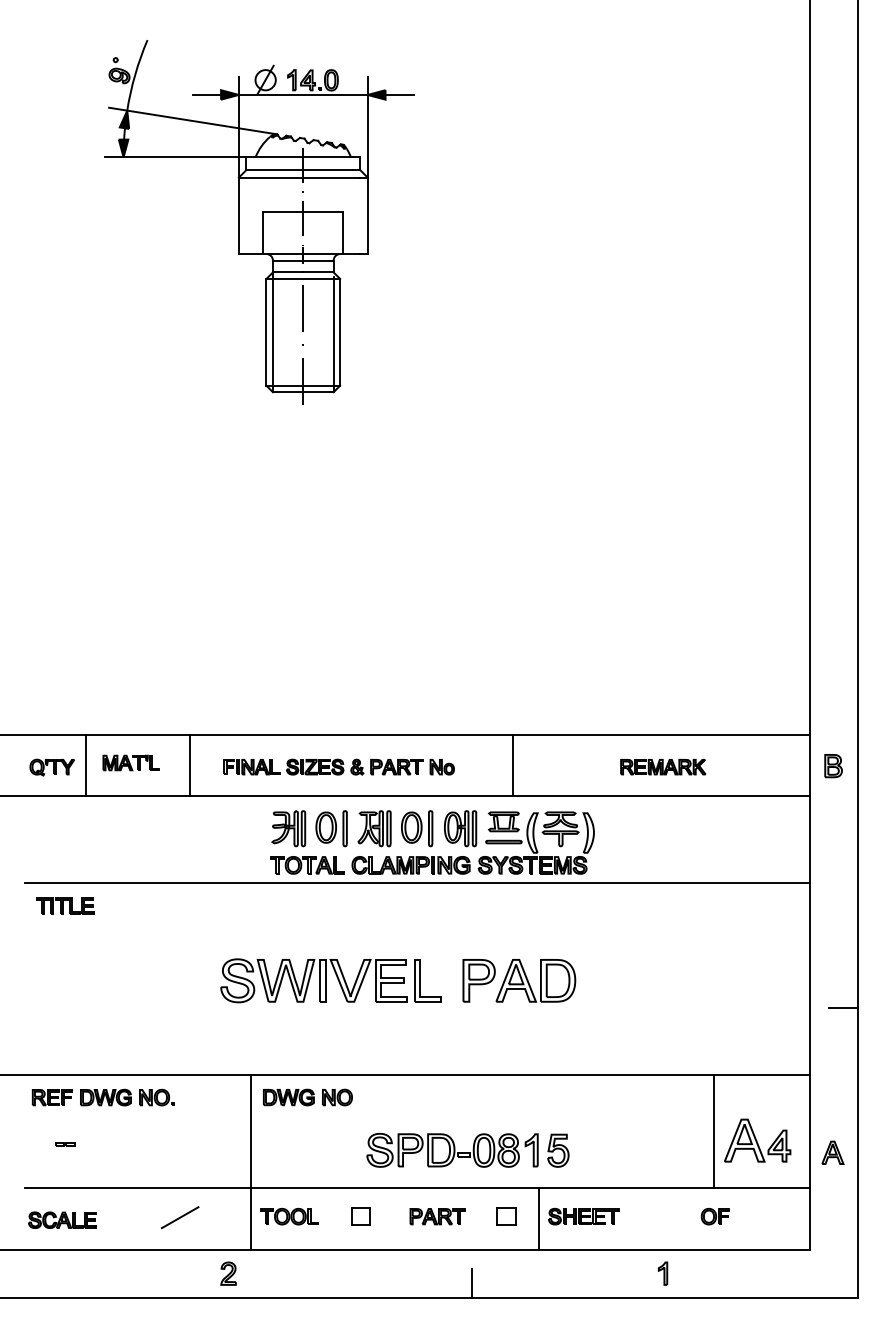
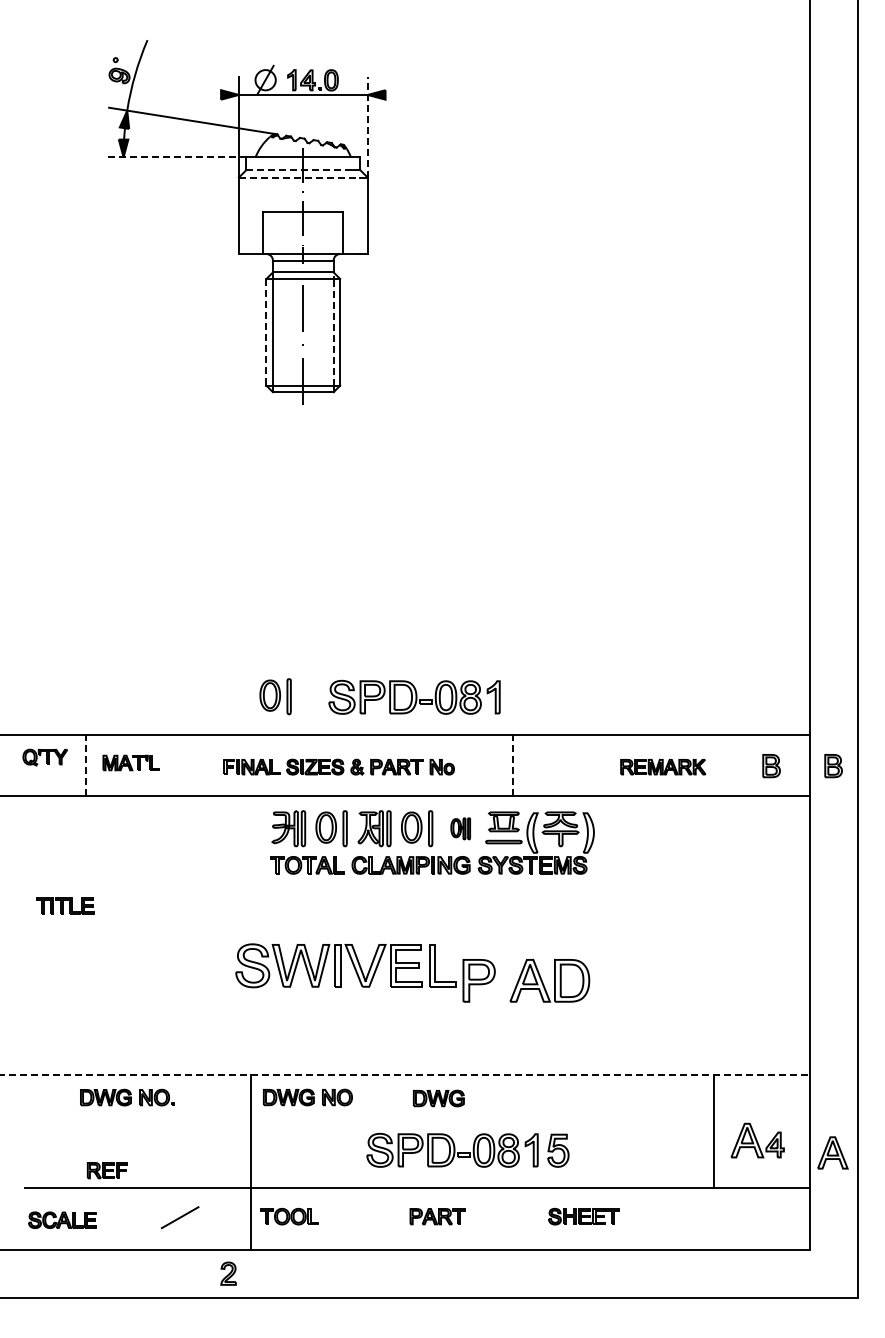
line at (206, 94): present -> none
line at (399, 94): present -> none
line at (367, 127): solid -> dashed
line at (176, 157): solid -> dashed
line at (299, 170): solid -> dashed
line at (299, 177): solid -> dashed
line at (333, 331): solid -> dashed
line at (266, 332): solid -> dashed
part at (275, 696): none -> present
part at (414, 696): none -> present
line at (190, 764): present -> none
line at (85, 765): solid -> dashed
line at (513, 765): solid -> dashed
part at (771, 766): none -> present
part at (51, 767) position: (51, 767) -> (44, 757)
part at (460, 828) size: 34x38 px -> 21x24 px
line at (416, 883): present -> none
part at (330, 980) position: (330, 980) -> (345, 965)
part at (535, 980) position: (535, 980) -> (549, 980)
line at (843, 1007): present -> none
line at (405, 1075): solid -> dashed
part at (51, 1097) position: (51, 1097) -> (106, 1170)
part at (438, 1098): none -> present
part at (757, 1140) size: 68x45 px -> 55x37 px
line at (65, 1144): present -> none
part at (832, 1152) size: 24x25 px -> 32x34 px
part at (360, 1216): present -> none
part at (506, 1216): present -> none
part at (714, 1216): present -> none
line at (539, 1218): present -> none
part at (663, 1273): present -> none
line at (471, 1282): present -> none
